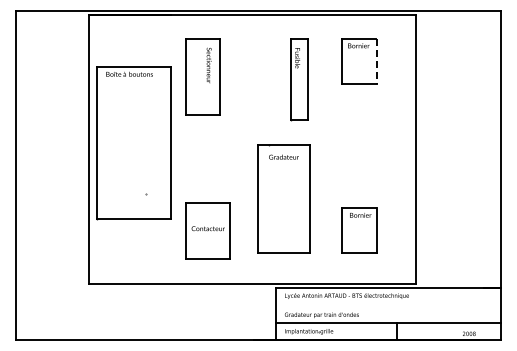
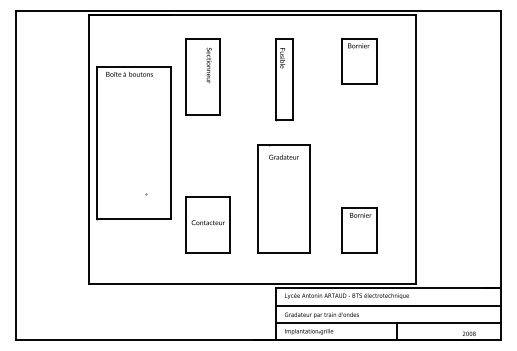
line at (376, 61): dashed -> solid
part at (299, 79) position: (299, 79) -> (284, 79)
part at (207, 230) position: (207, 230) -> (207, 224)
line at (388, 305): none -> present
